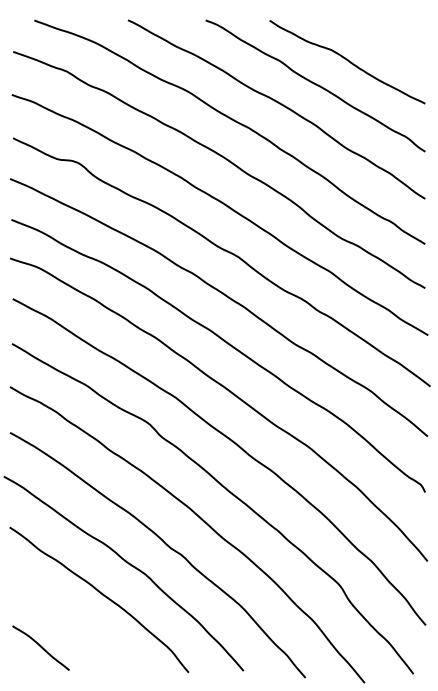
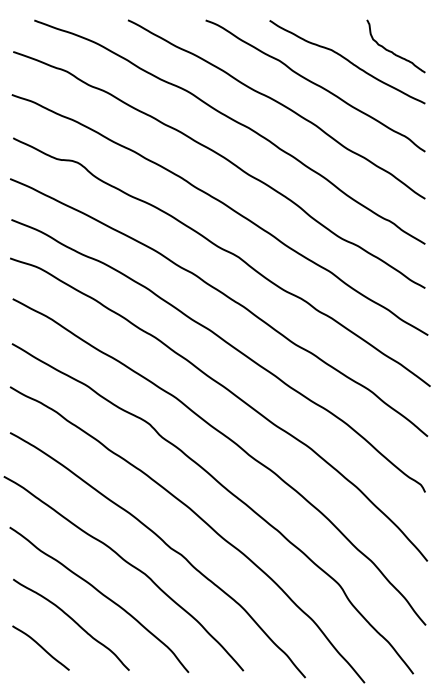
curve at (392, 51): none -> present
curve at (73, 621): none -> present
